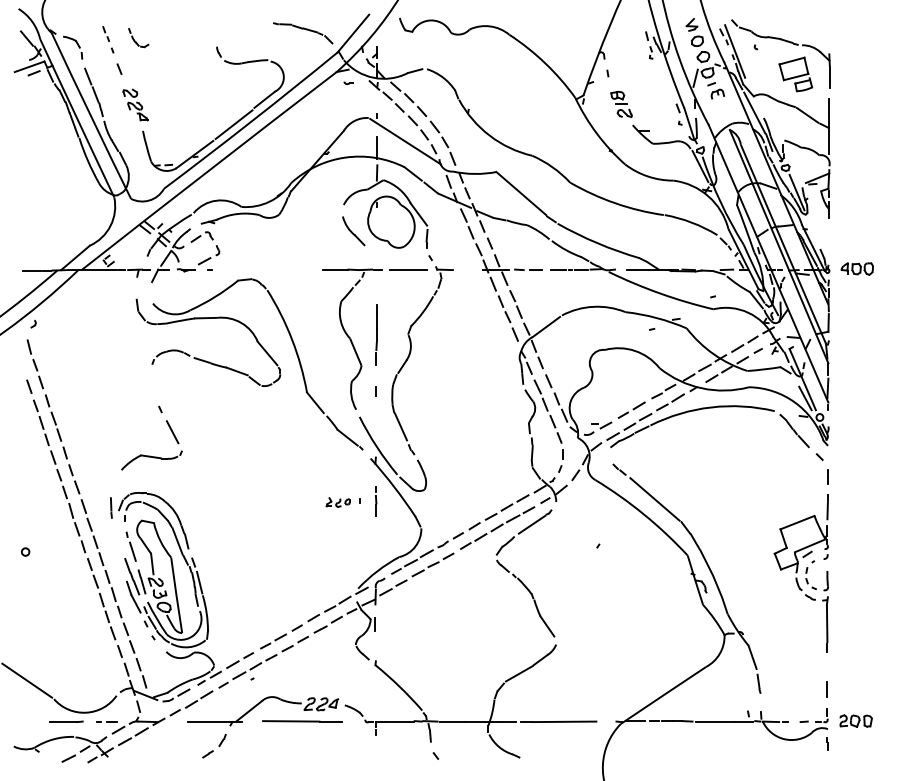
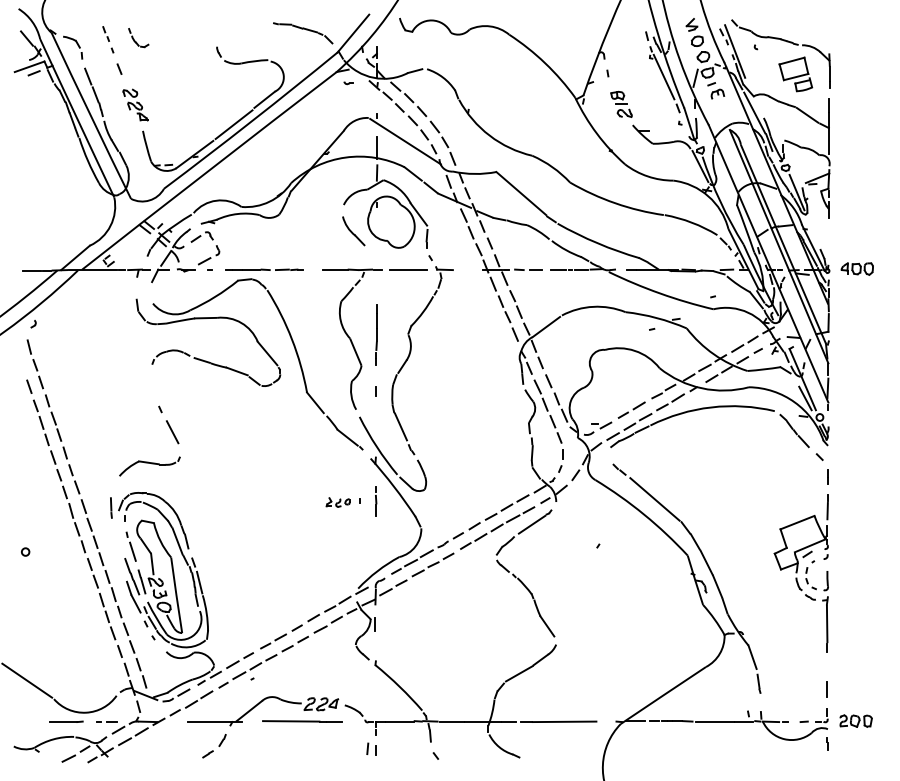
line at (663, 76): none -> present
line at (264, 269): none -> present
part at (151, 460) position: (151, 460) -> (149, 466)
part at (371, 748): none -> present
